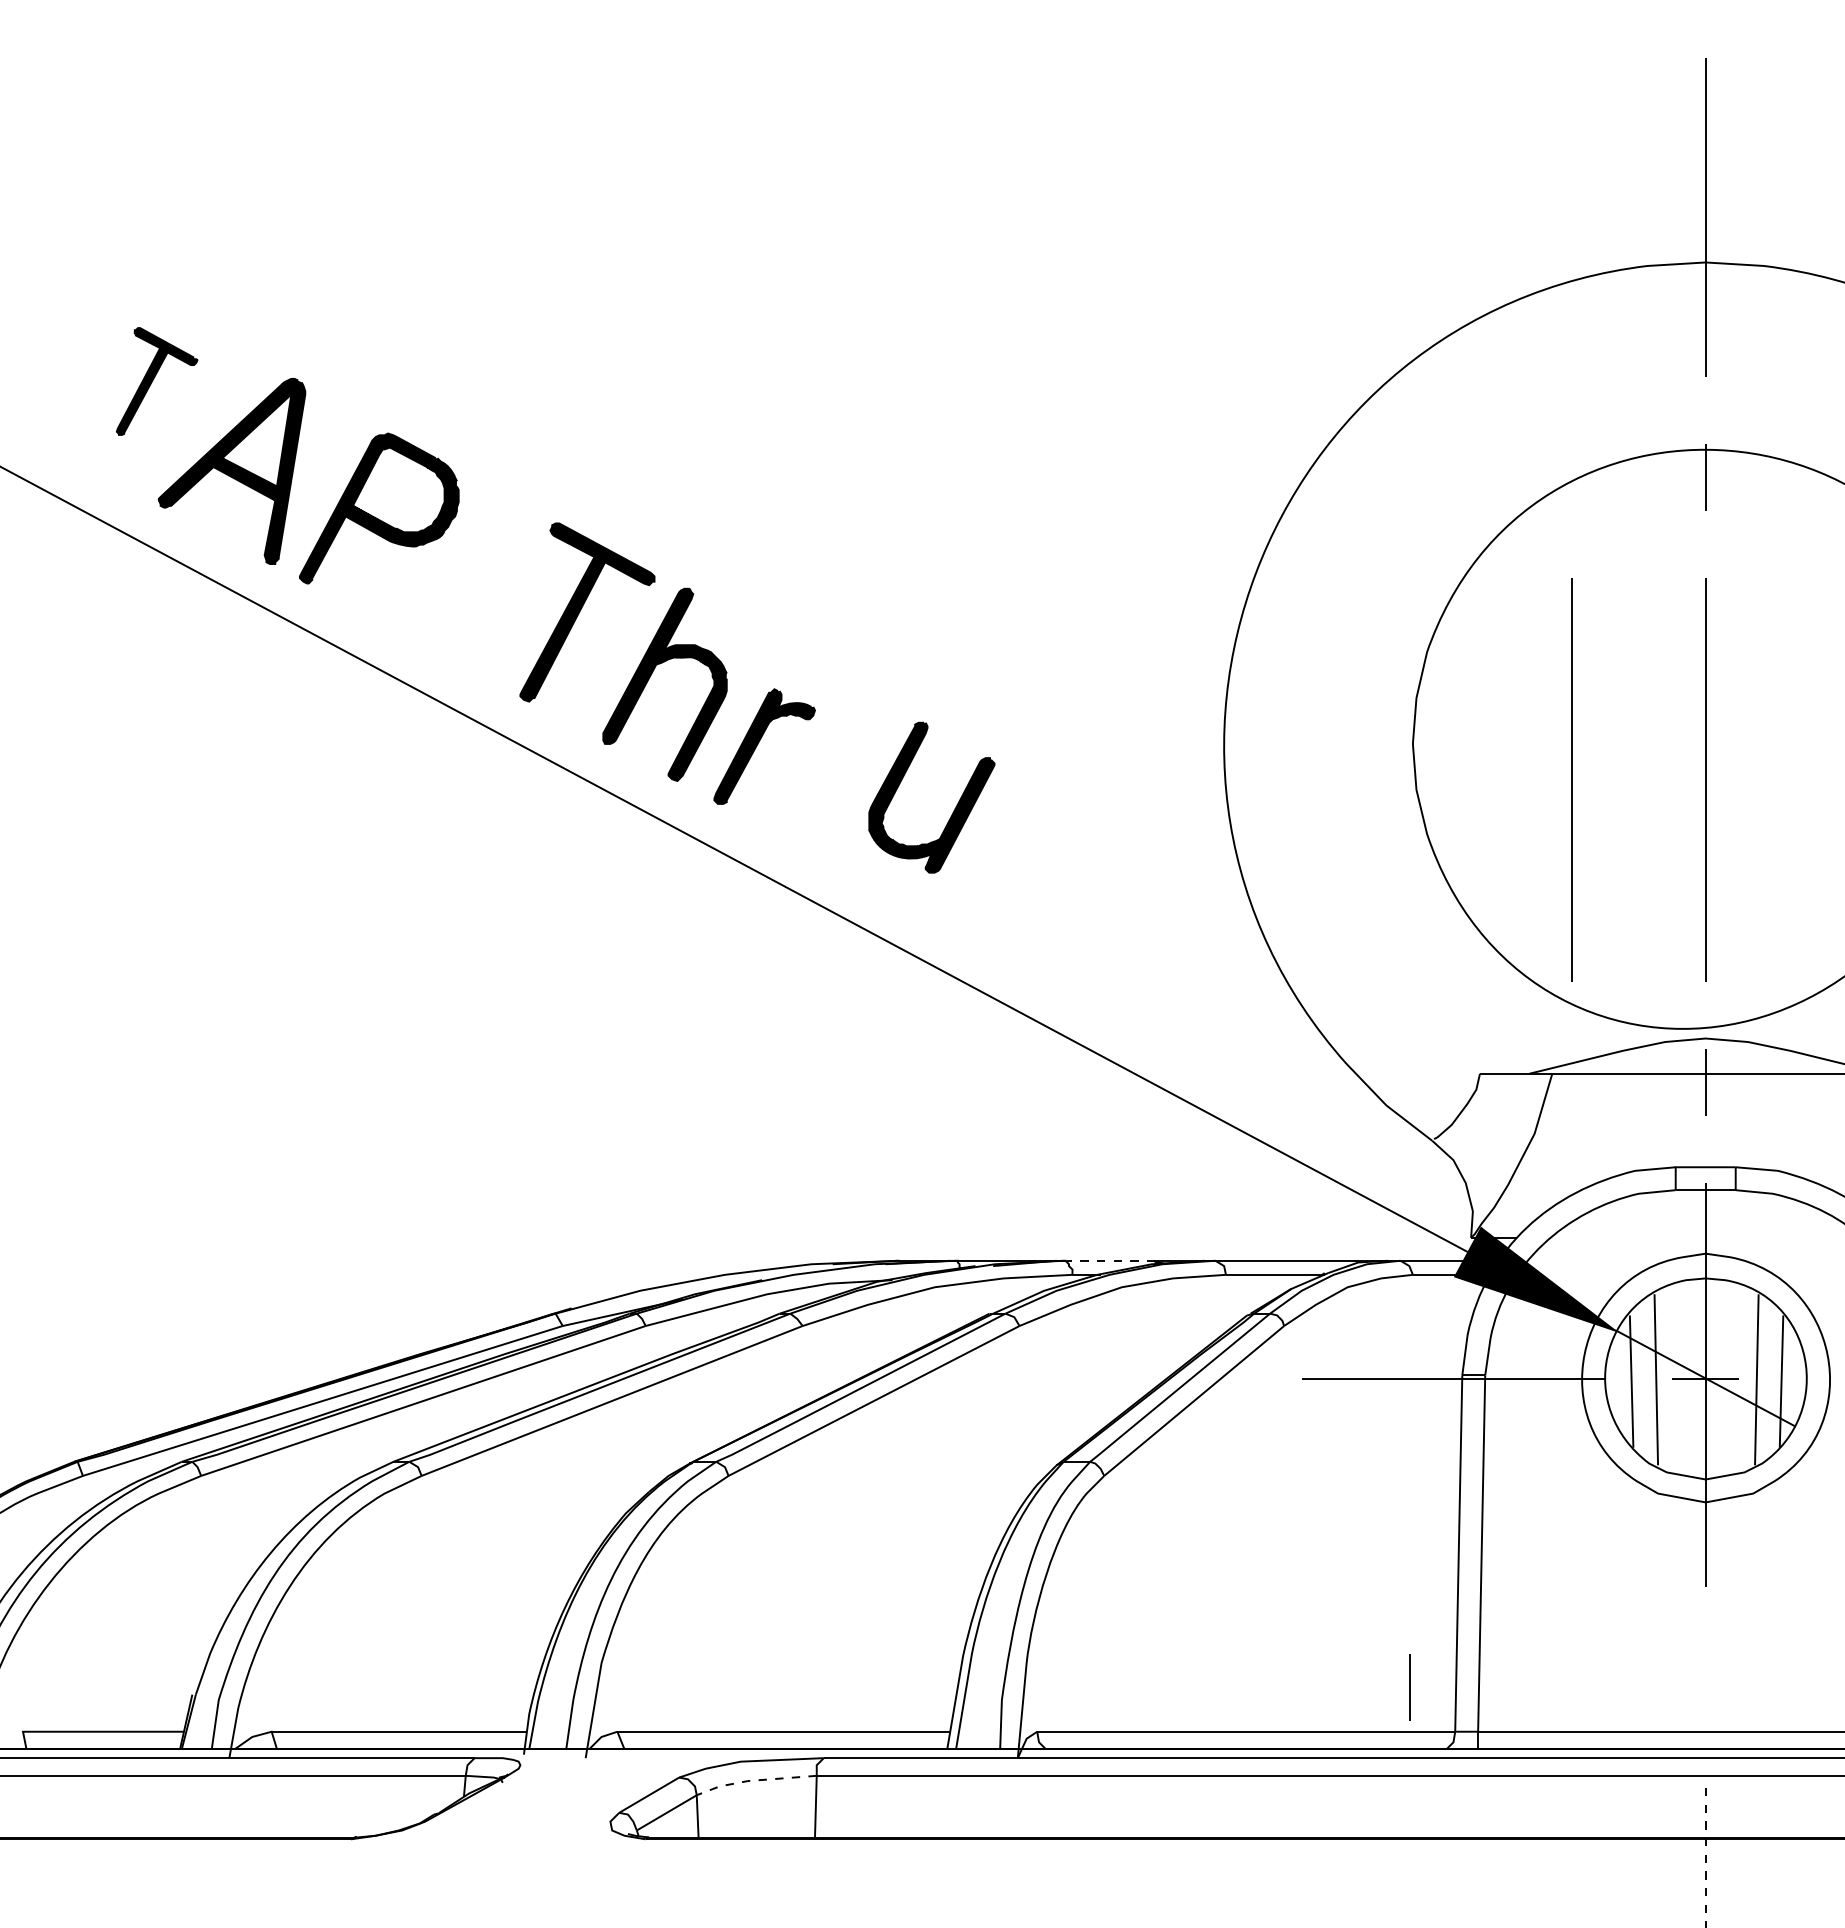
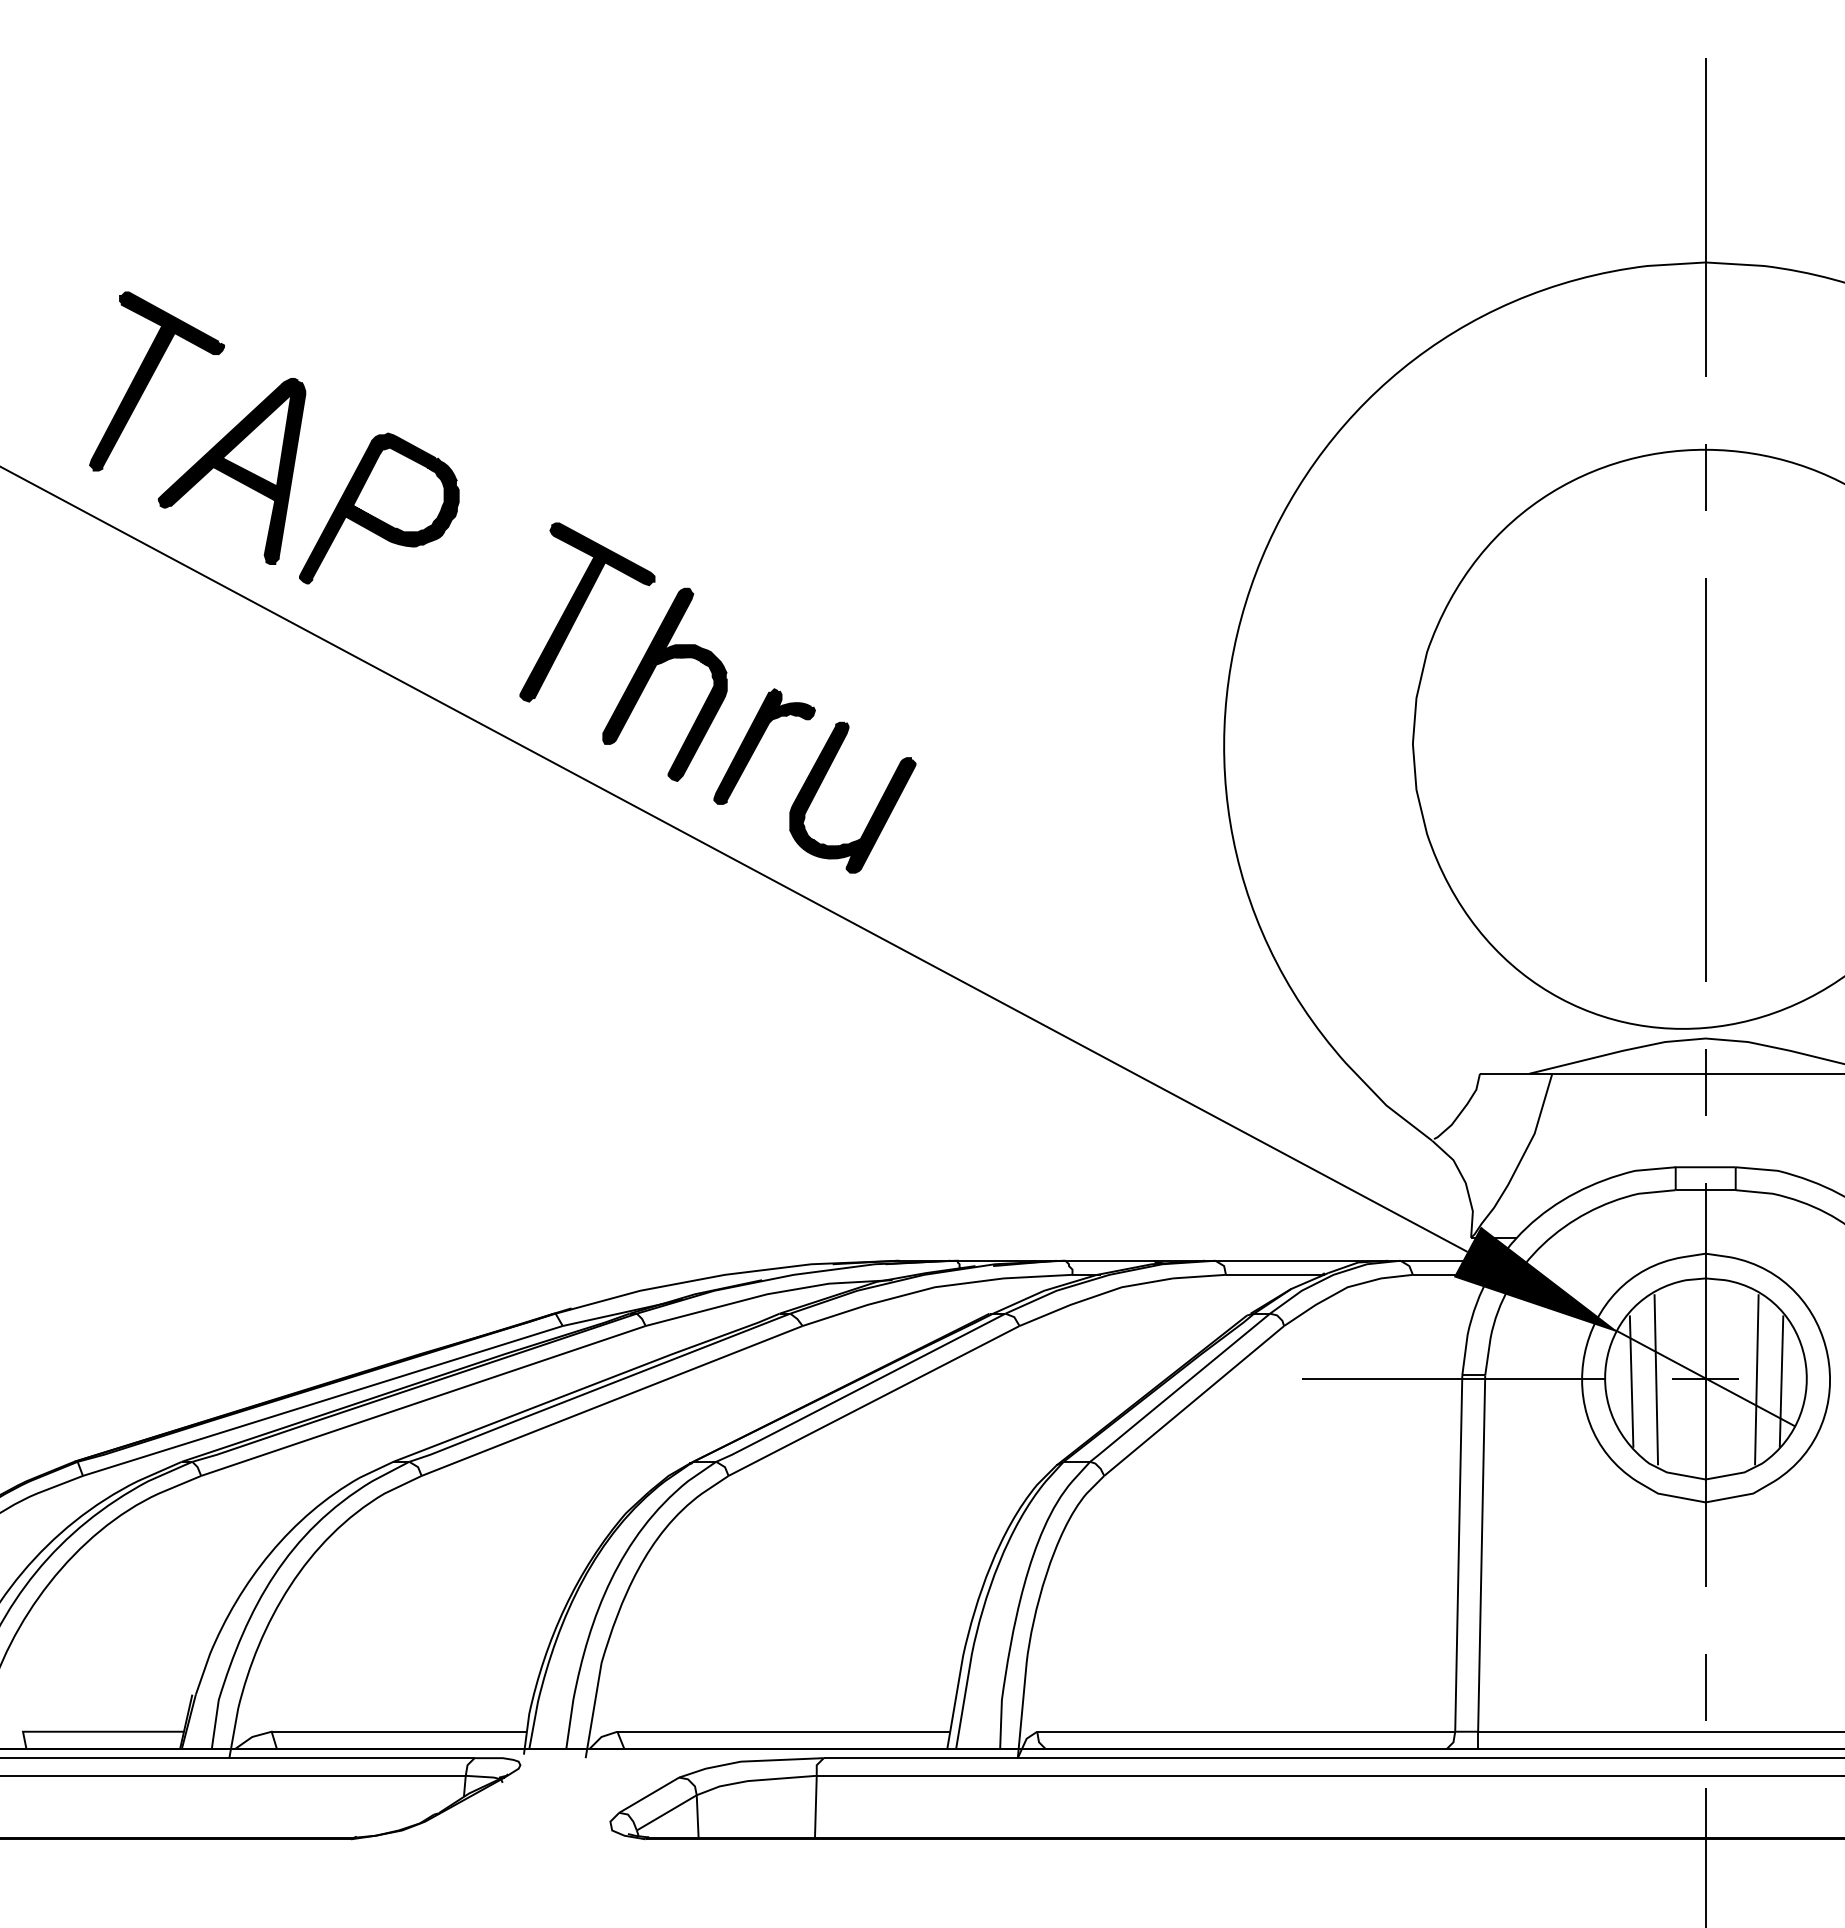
part at (157, 381) size: 83x109 px -> 136x181 px
line at (1571, 779): present -> none
part at (954, 808) position: (954, 808) -> (875, 808)
line at (1108, 1260): dashed -> solid
line at (1409, 1687) position: (1409, 1687) -> (1705, 1687)
line at (754, 1780): dashed -> solid
line at (1705, 1858): dashed -> solid
